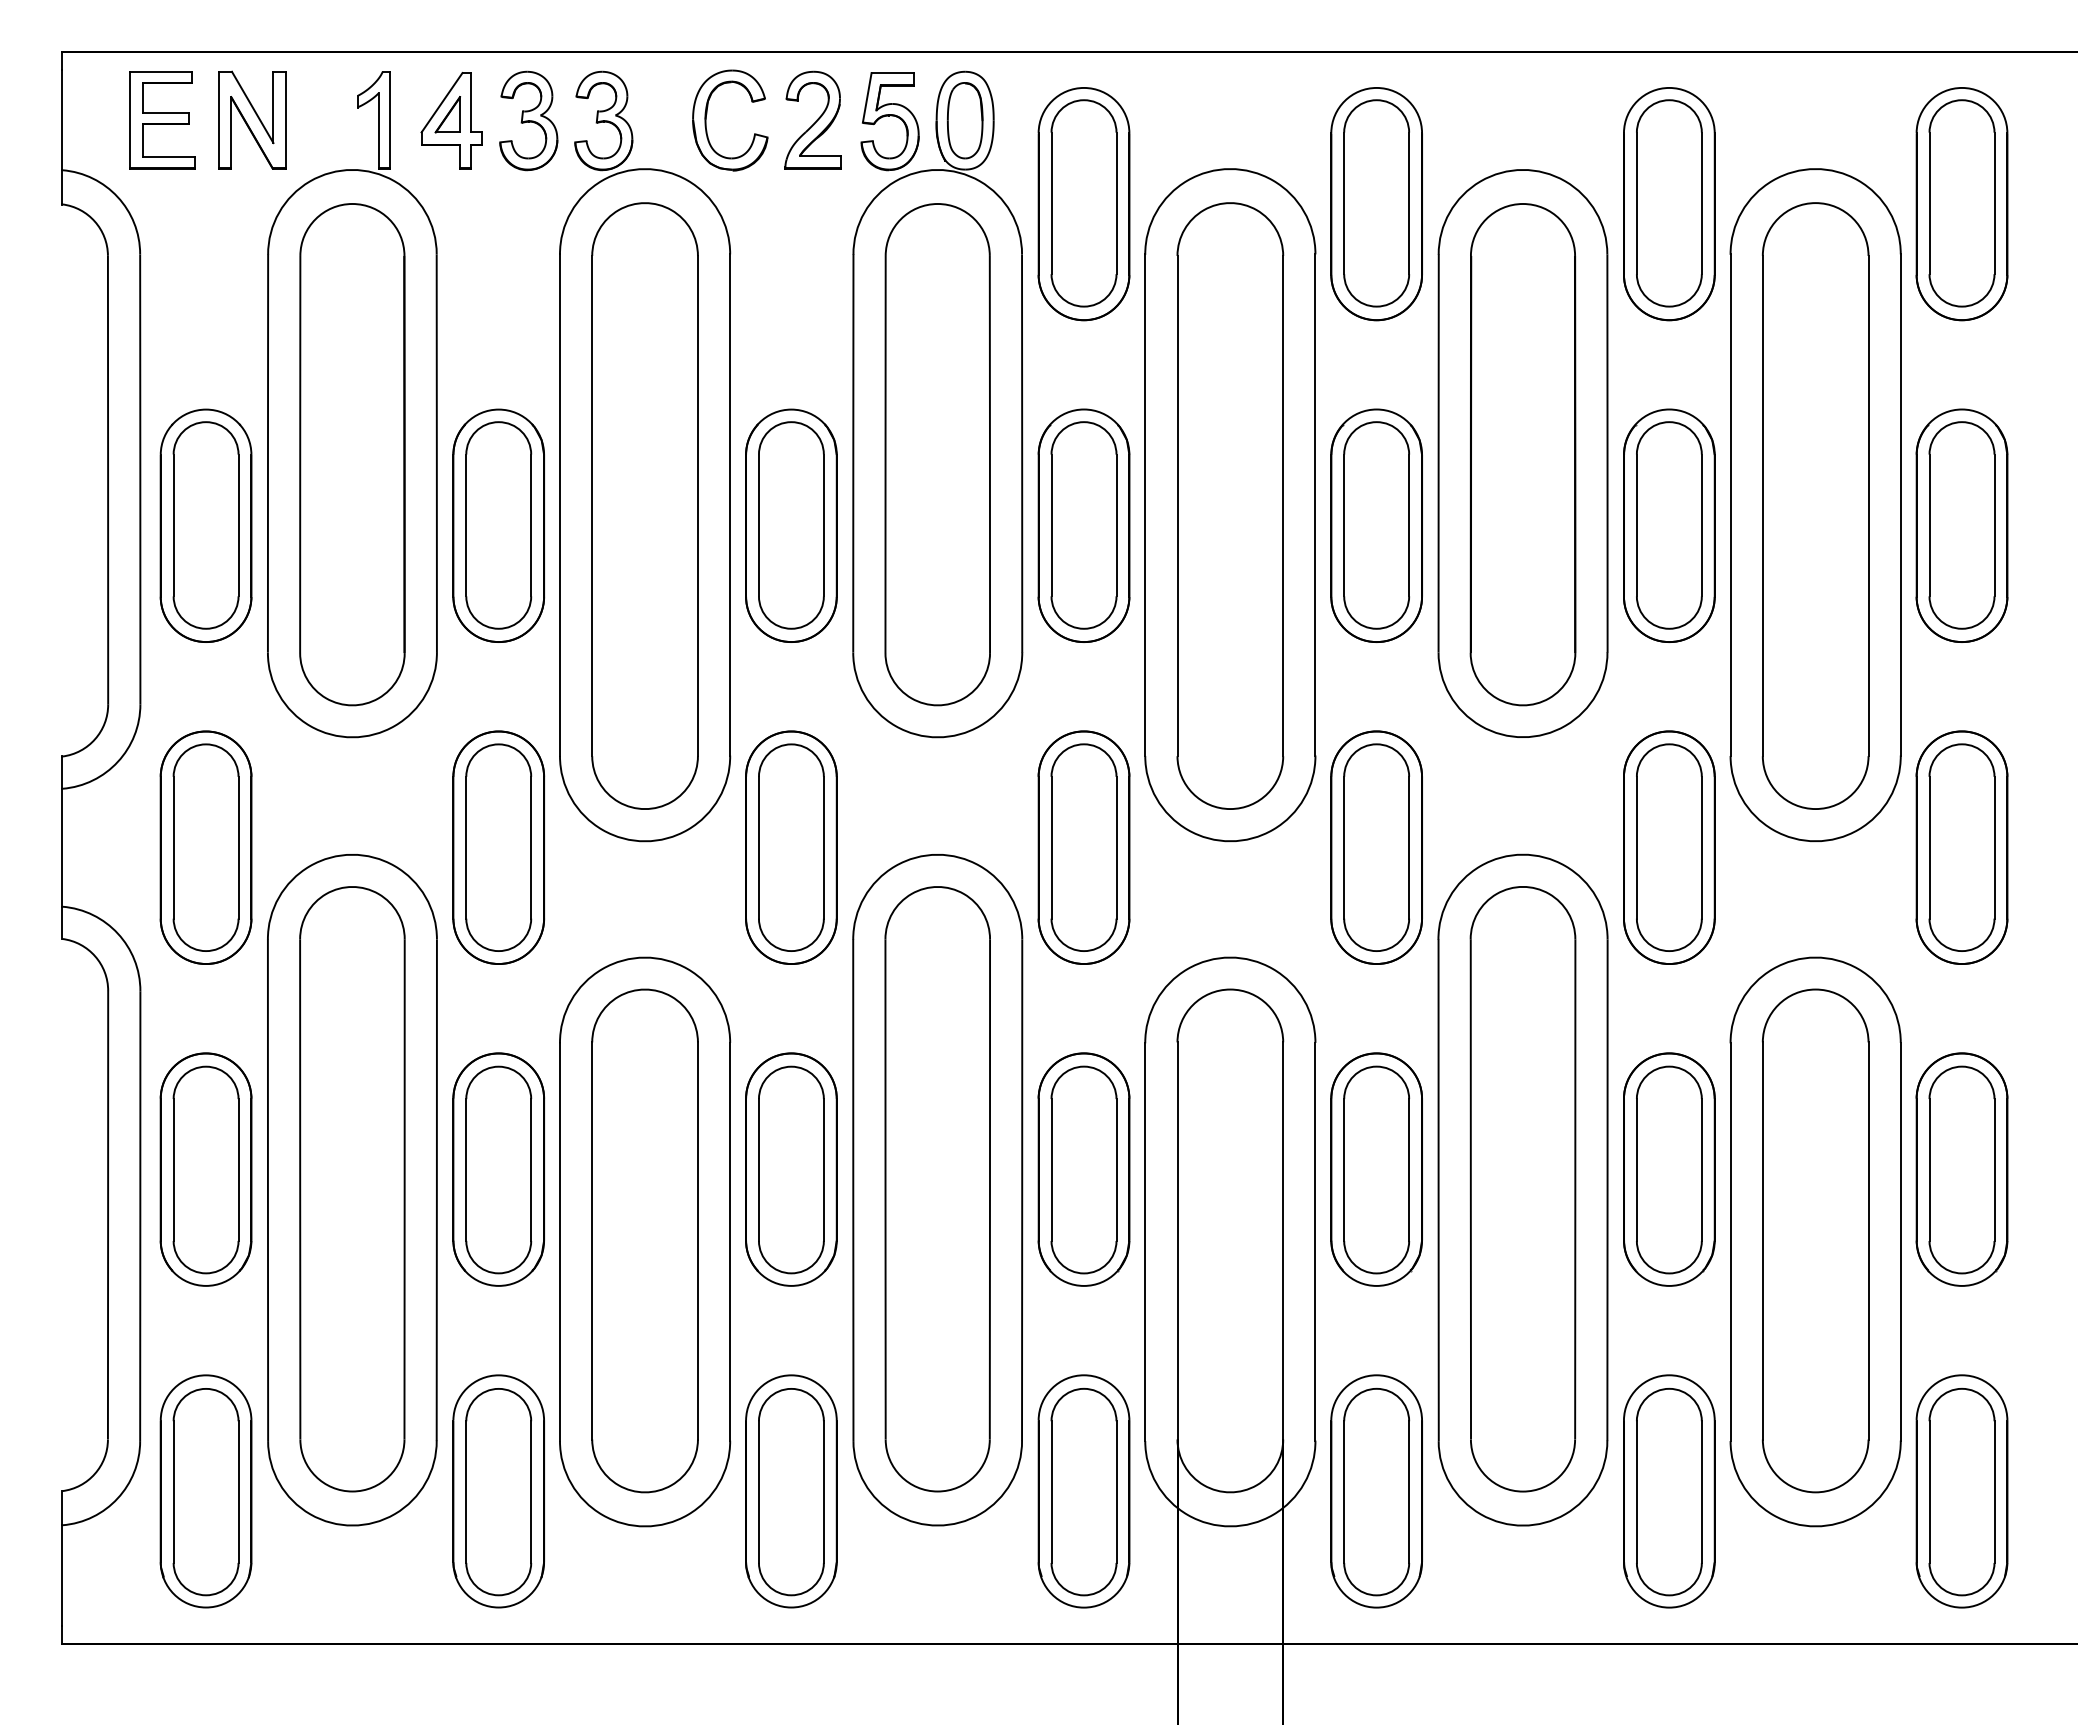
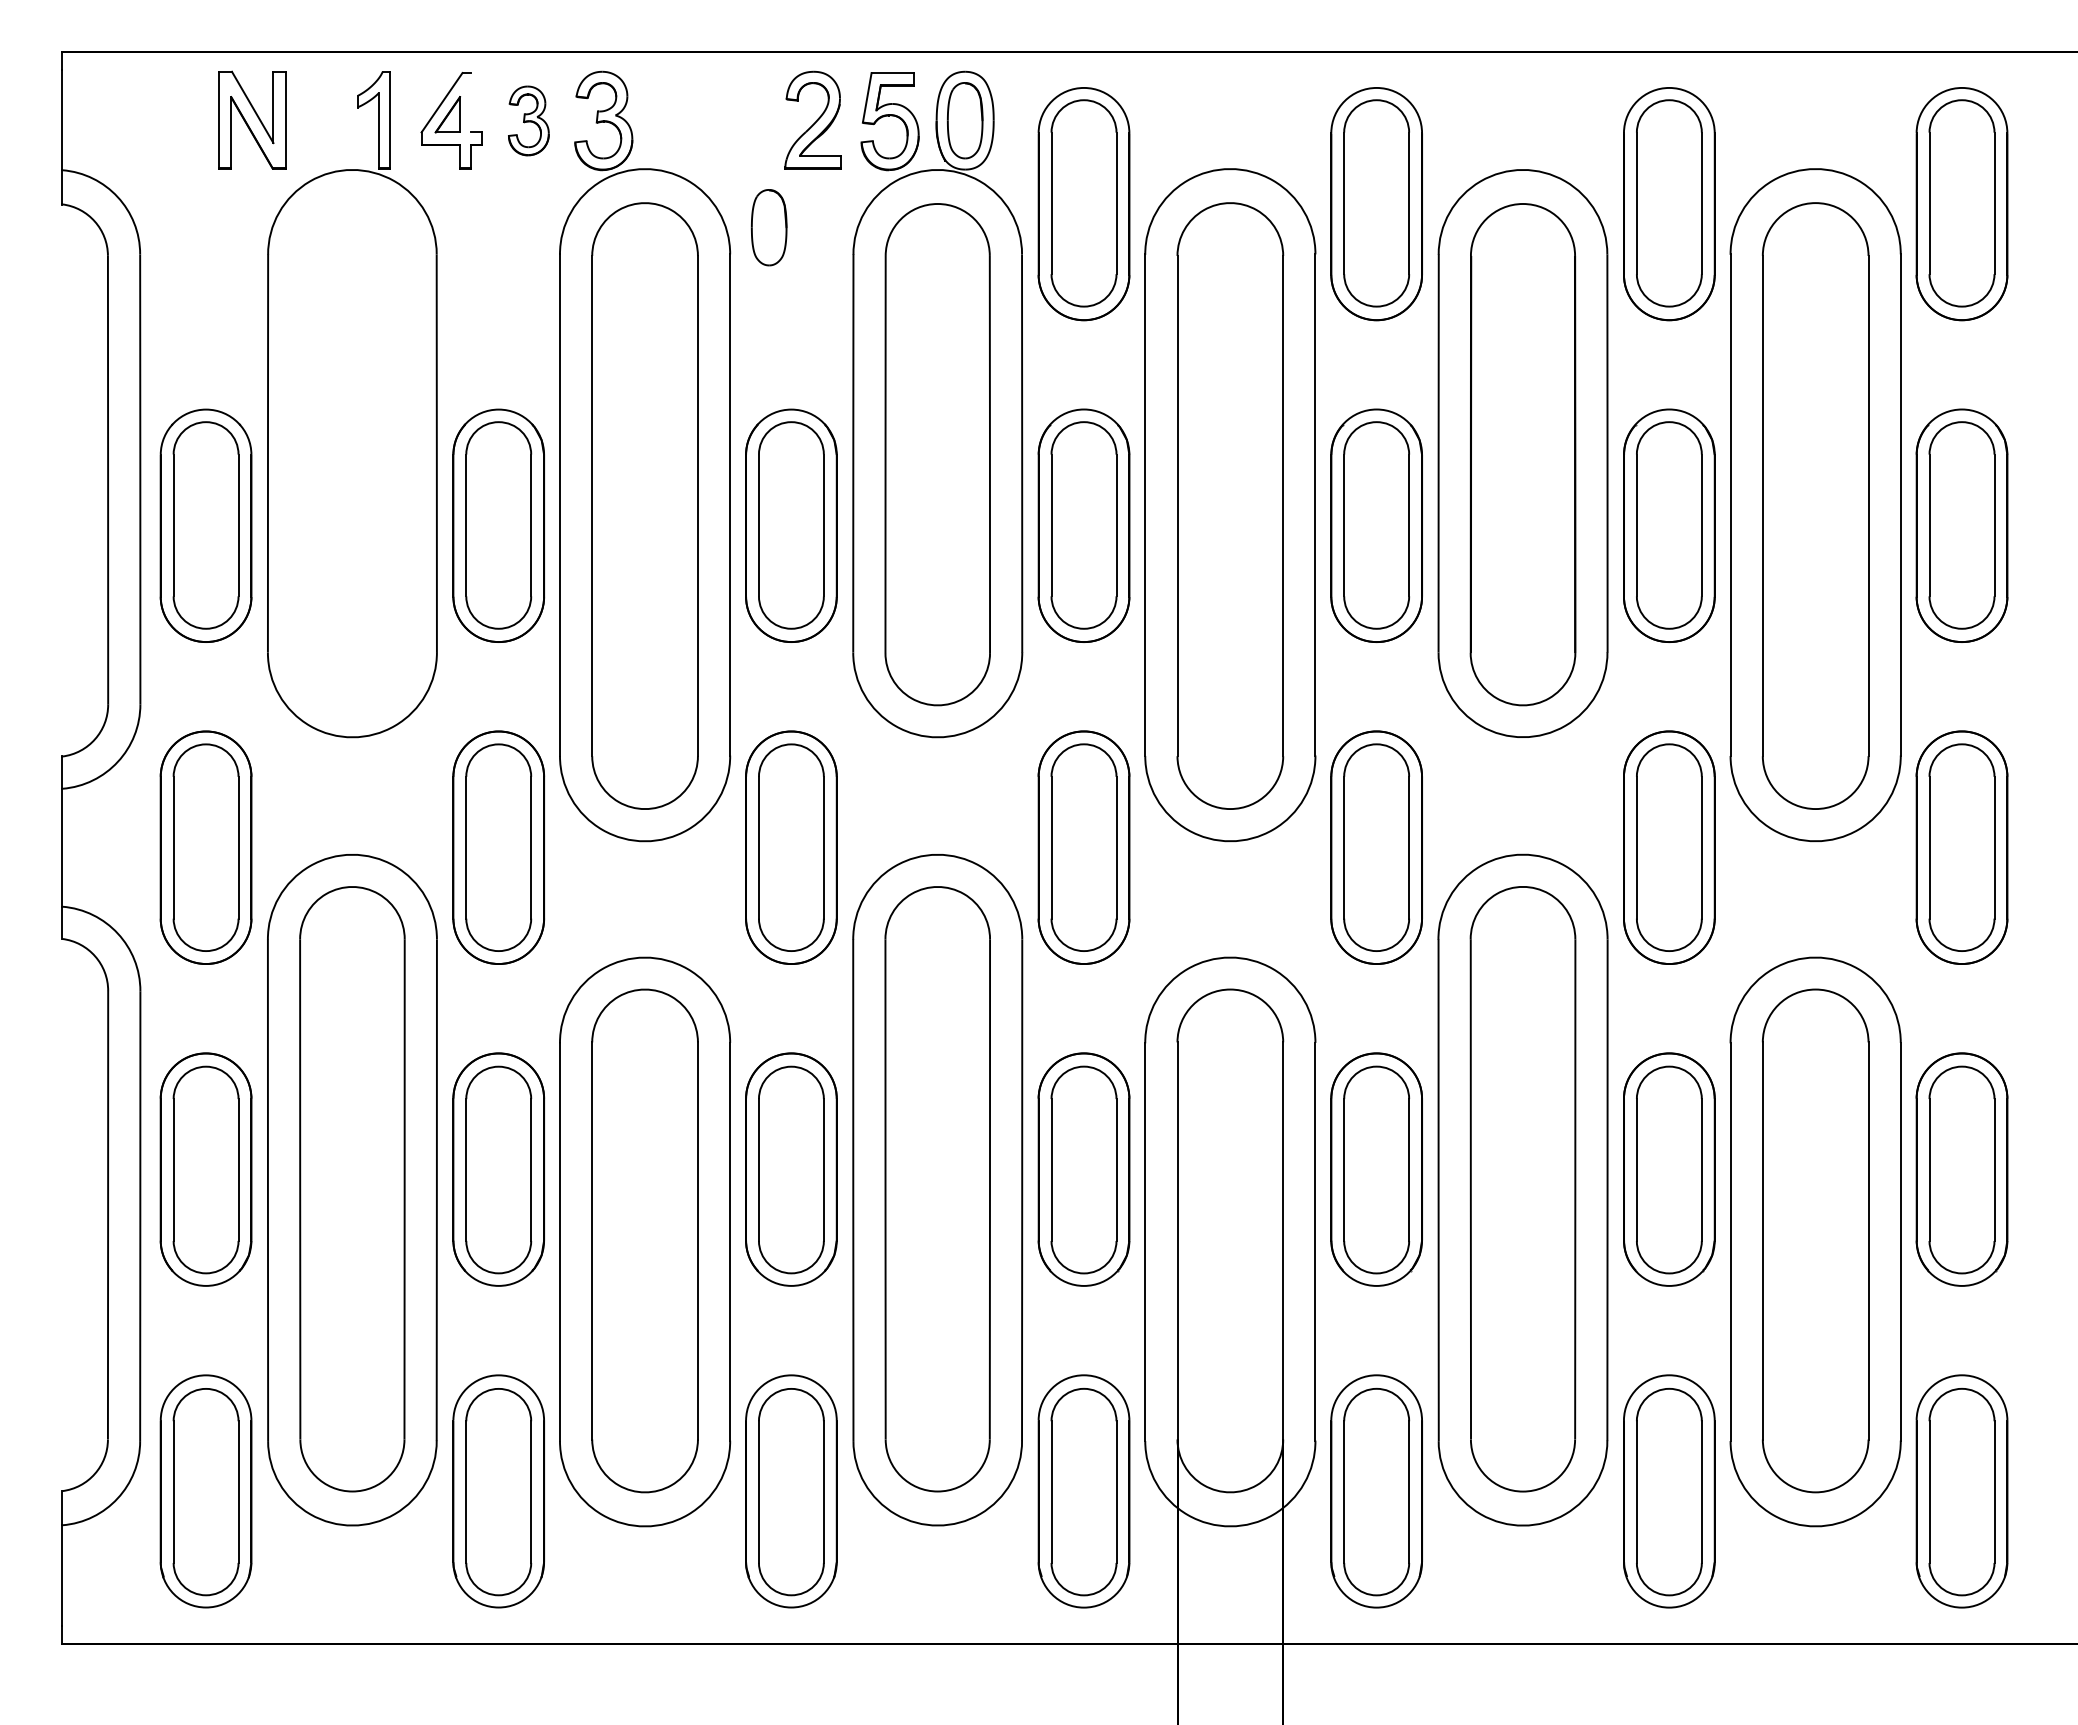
line at (471, 102): present -> none
part at (707, 114): present -> none
part at (162, 120): present -> none
part at (528, 120) size: 60x102 px -> 42x72 px
part at (768, 227): none -> present
part at (352, 454): present -> none
